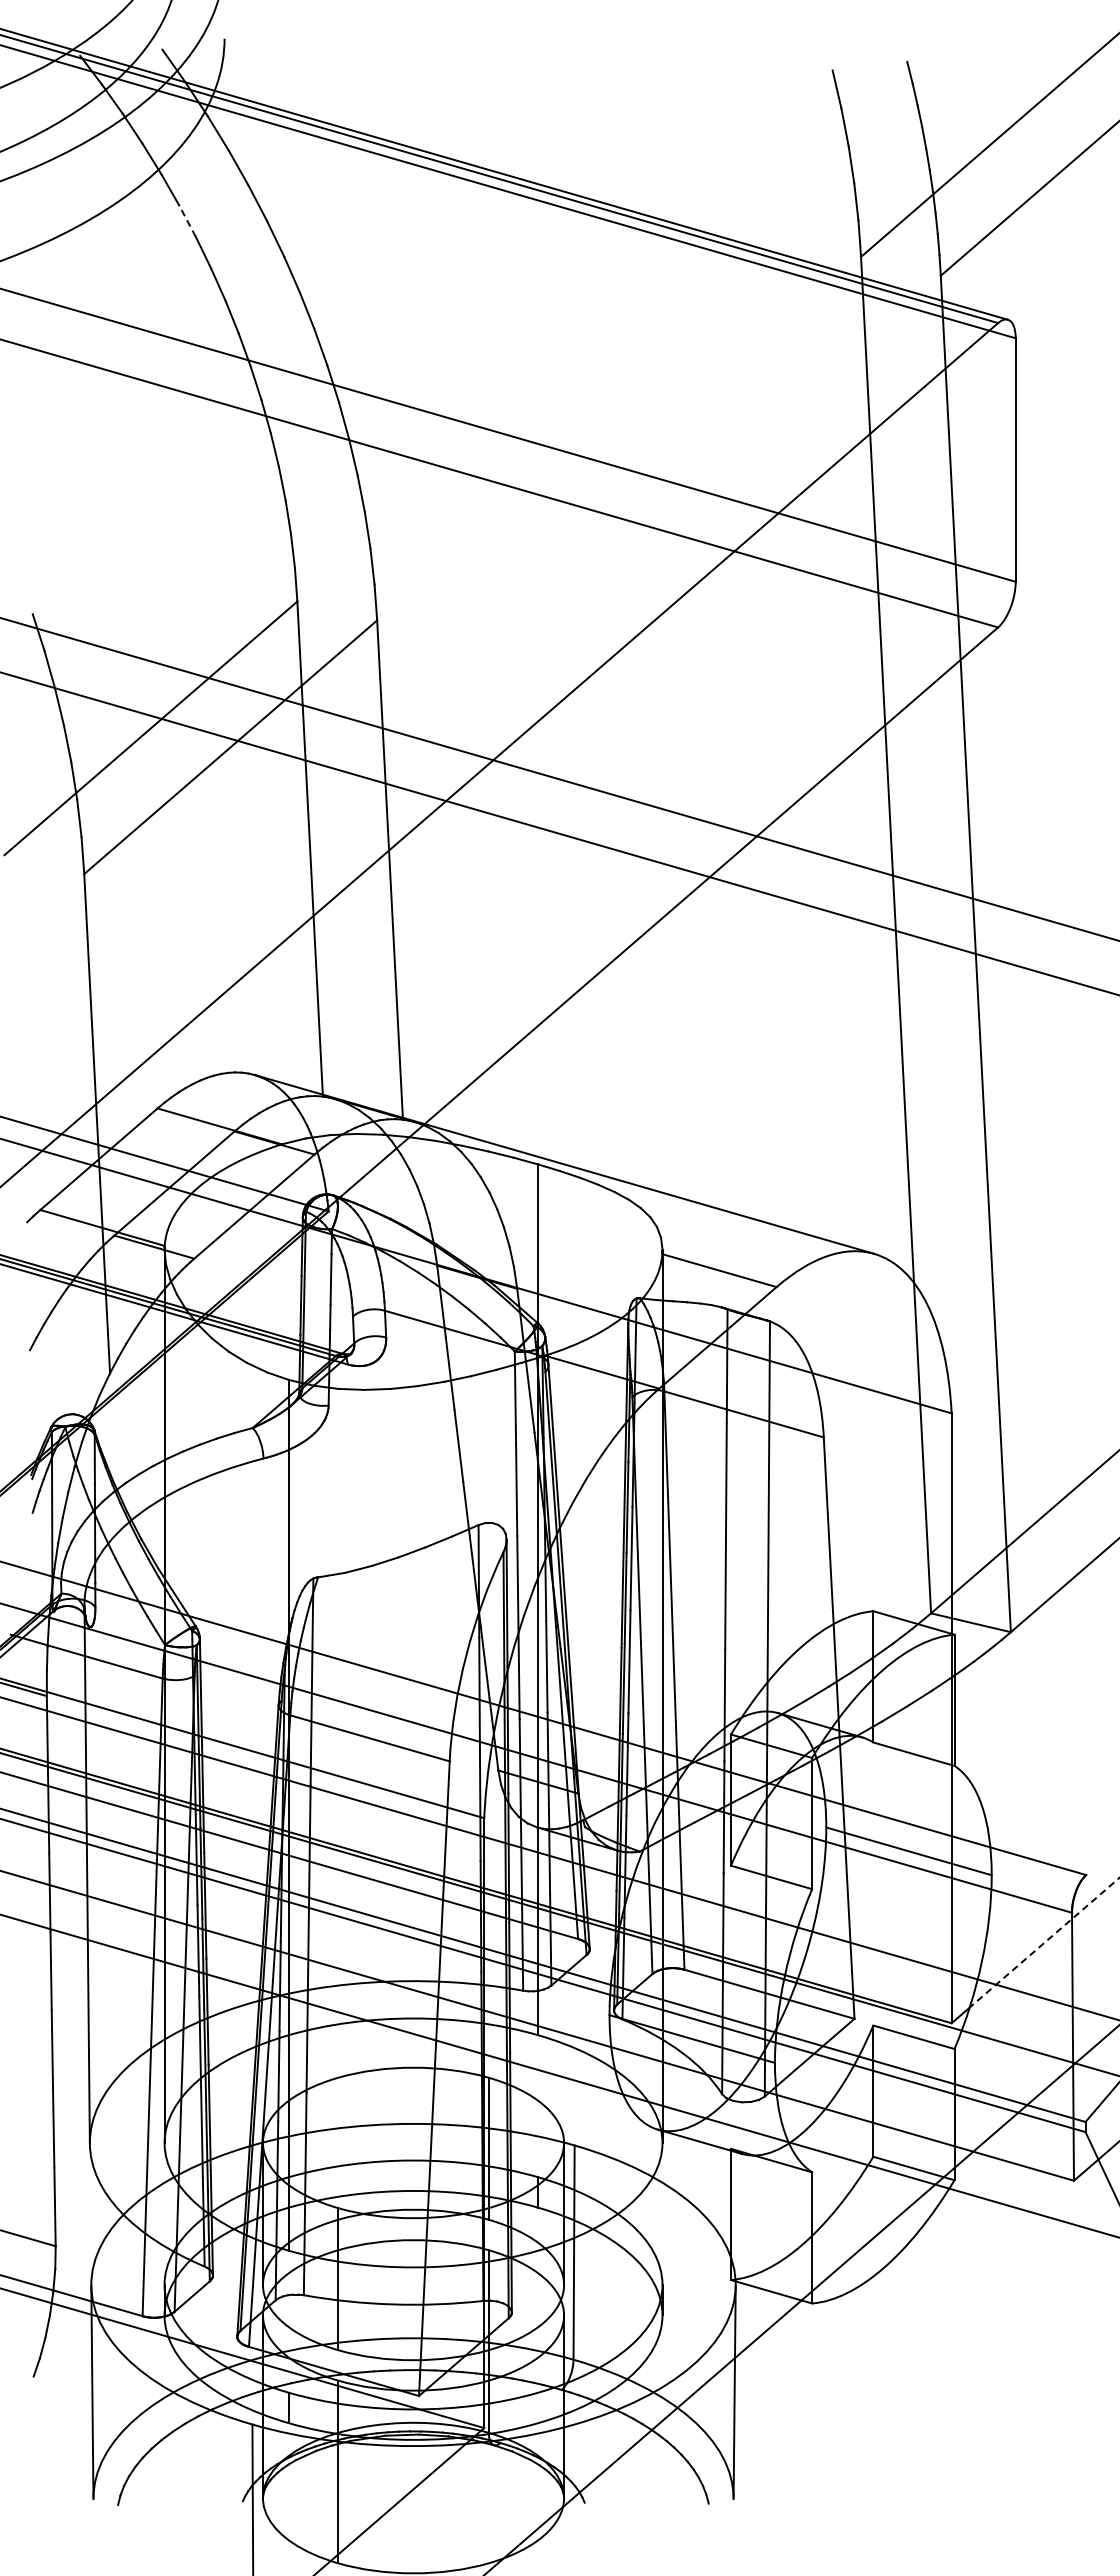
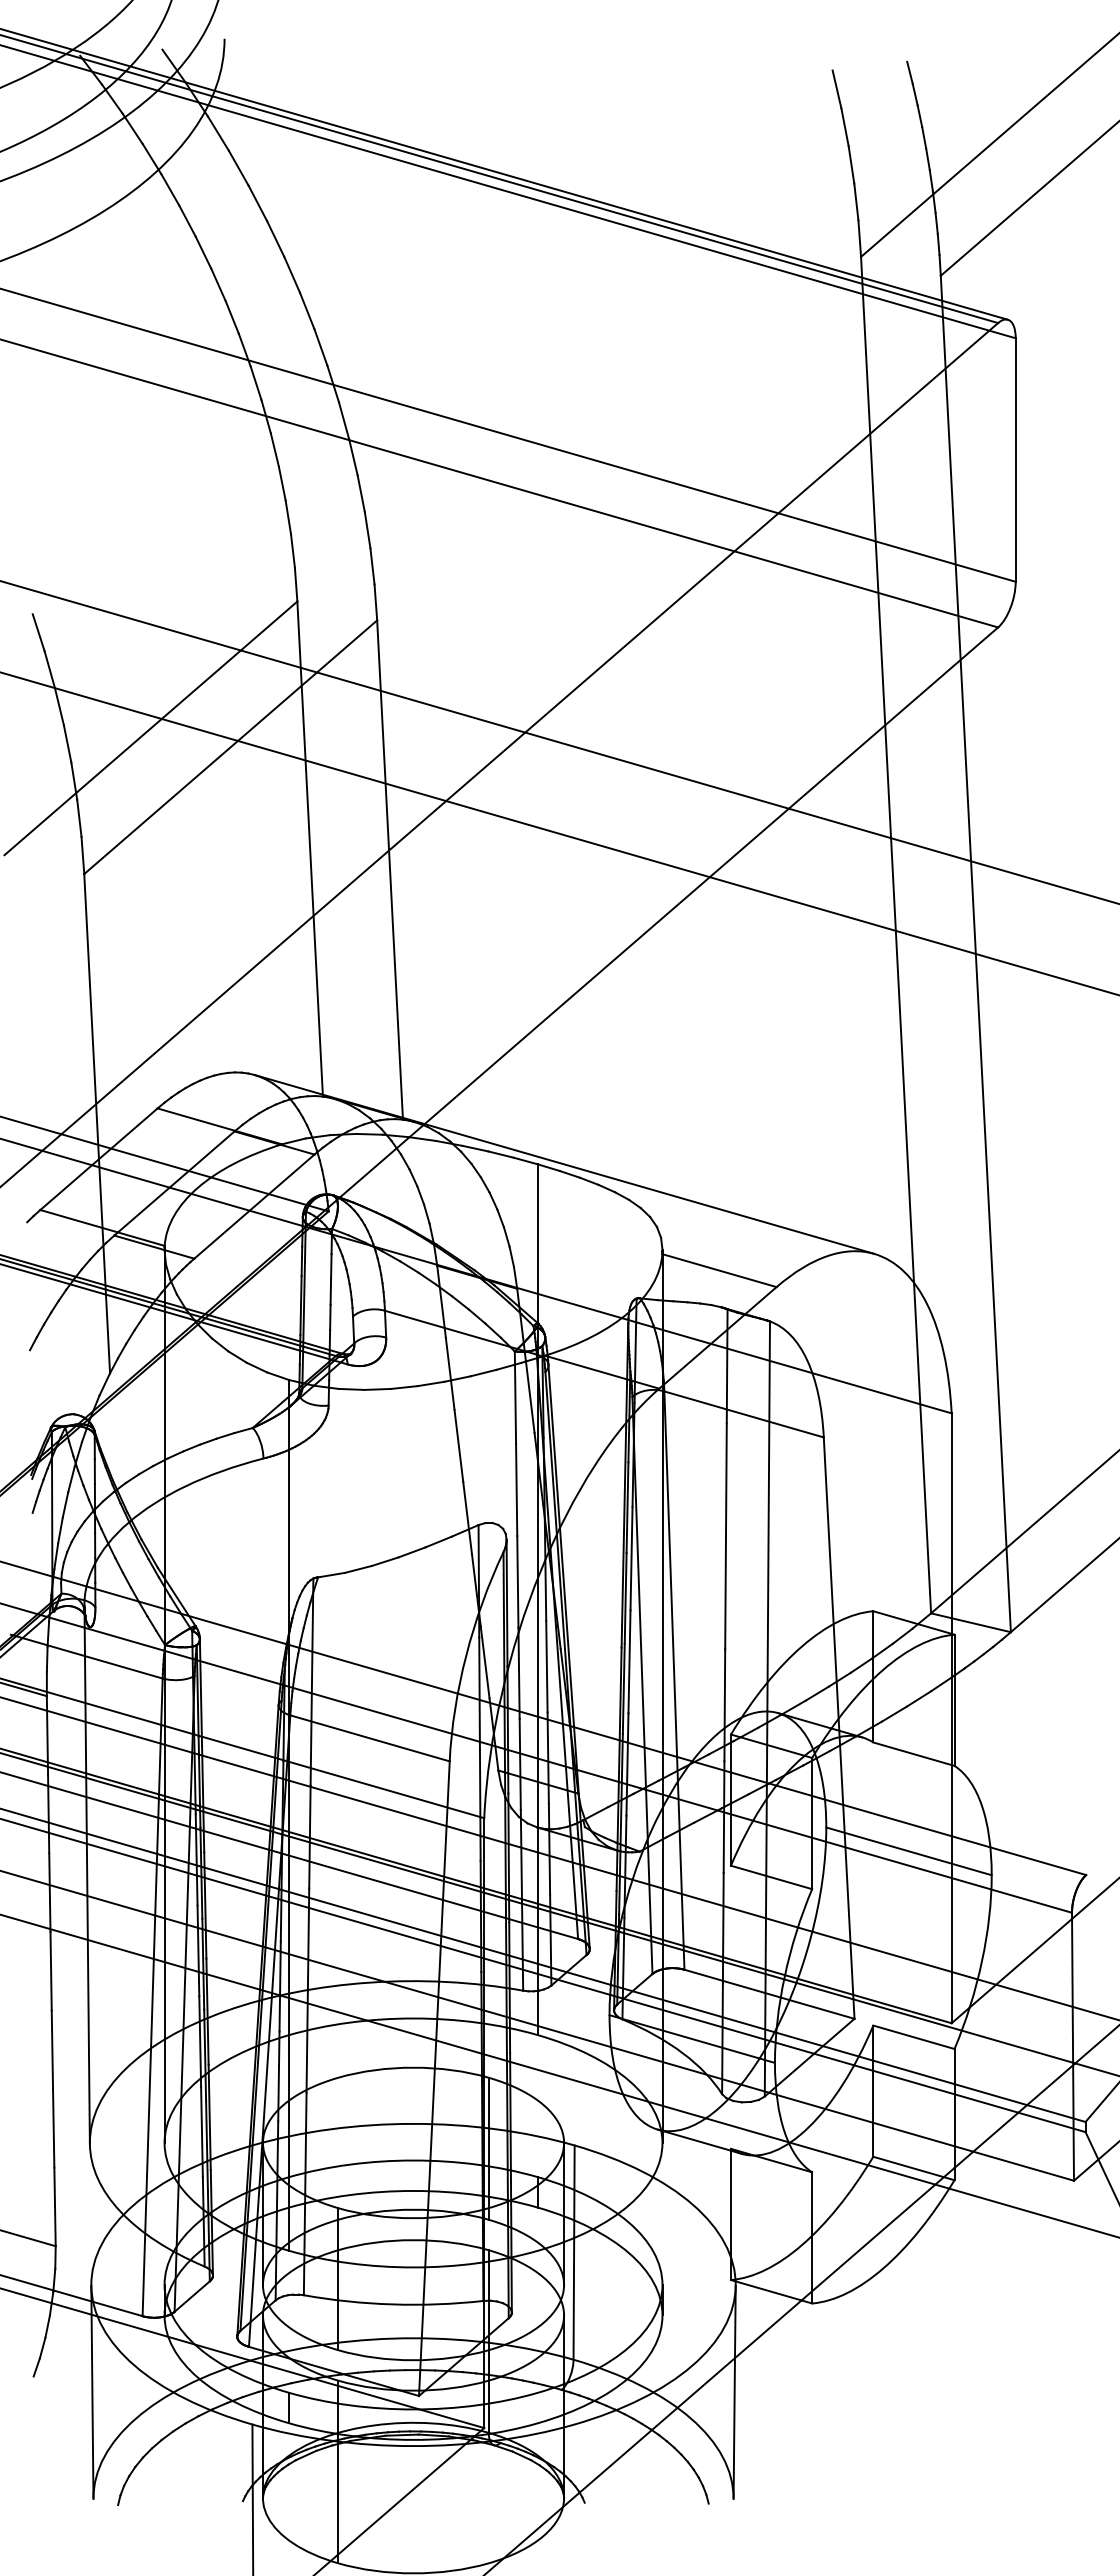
line at (187, 221): dashed -> solid
line at (559, 779) position: (559, 779) -> (559, 742)
line at (1044, 1942): dashed -> solid
